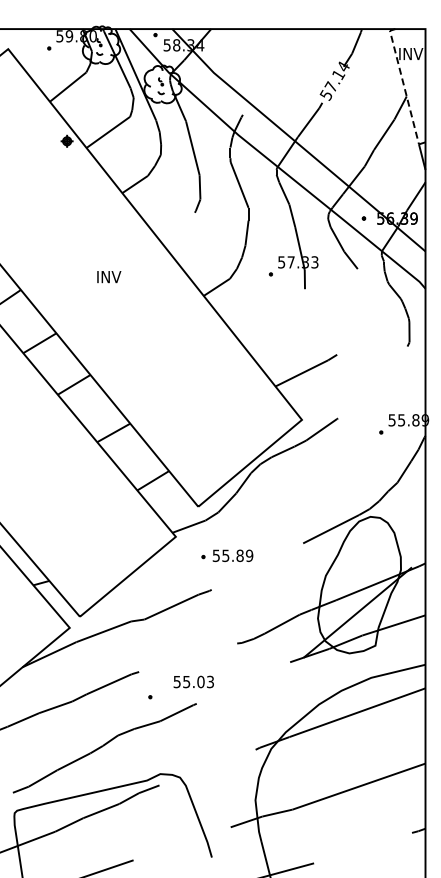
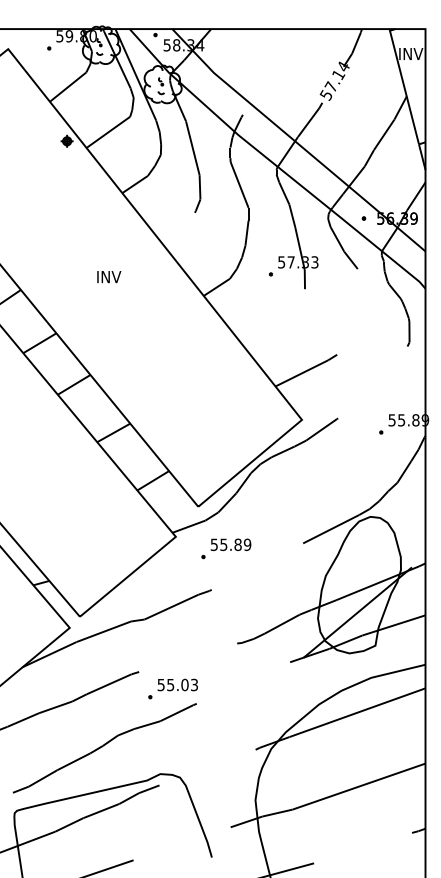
line at (403, 84): dashed -> solid
text at (232, 555) position: (232, 555) -> (230, 544)
text at (193, 681) position: (193, 681) -> (177, 684)
